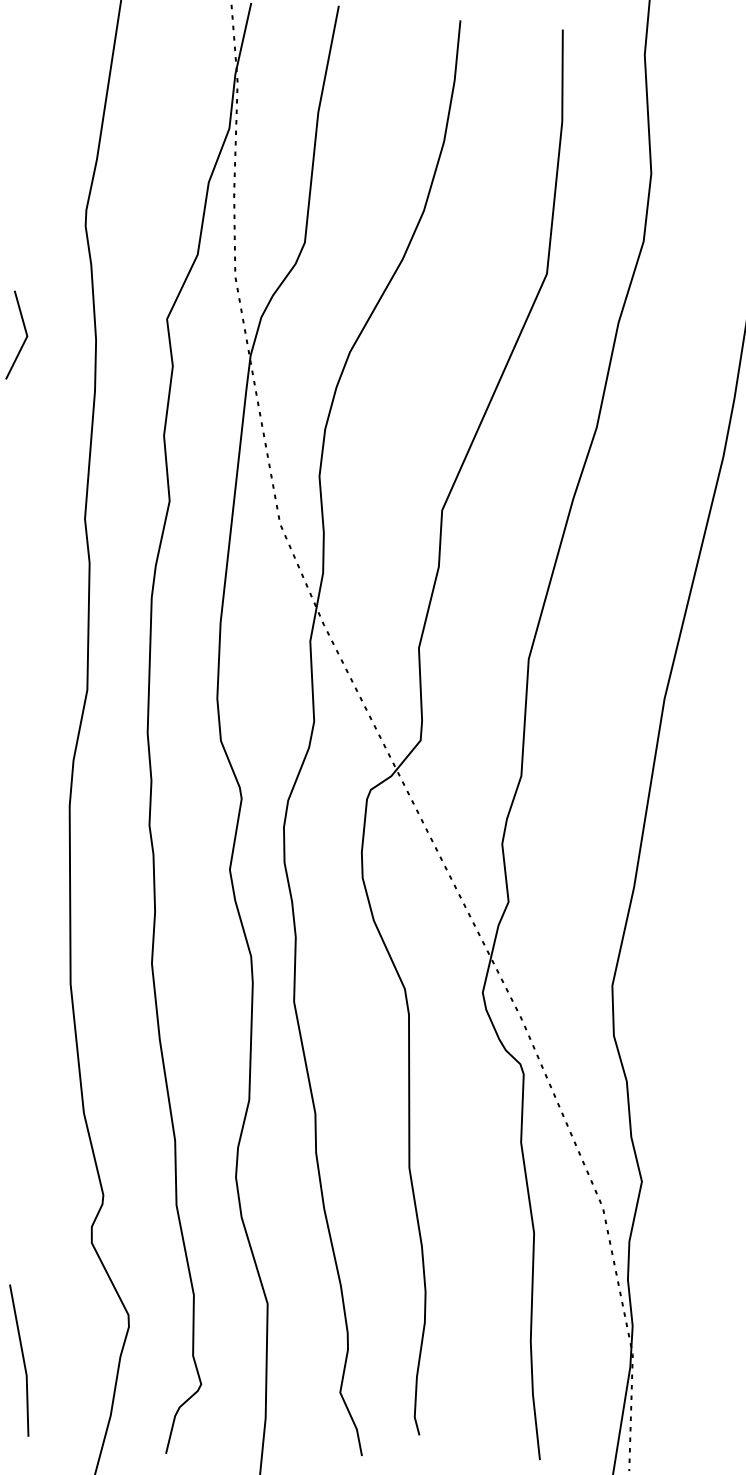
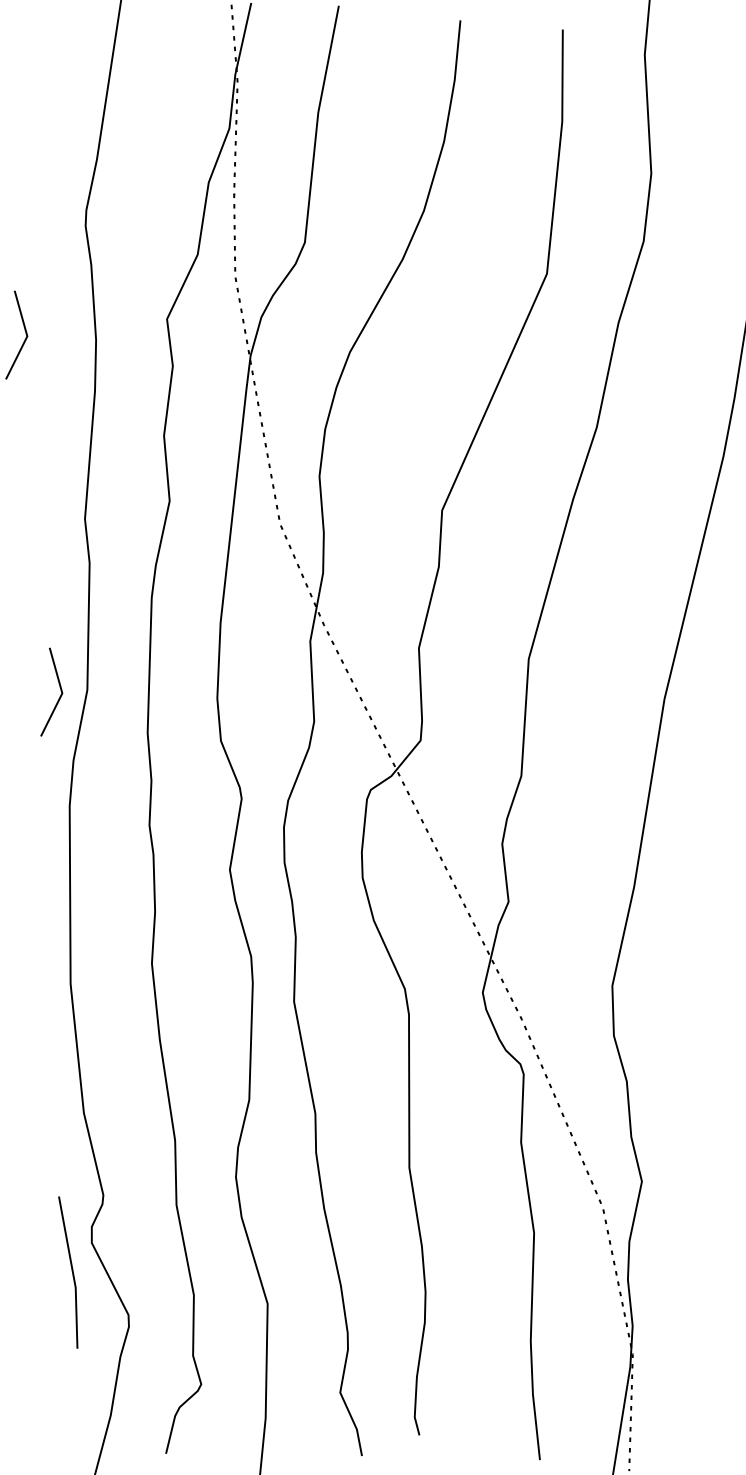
line at (59, 687): none -> present
line at (22, 1359) position: (22, 1359) -> (71, 1271)
